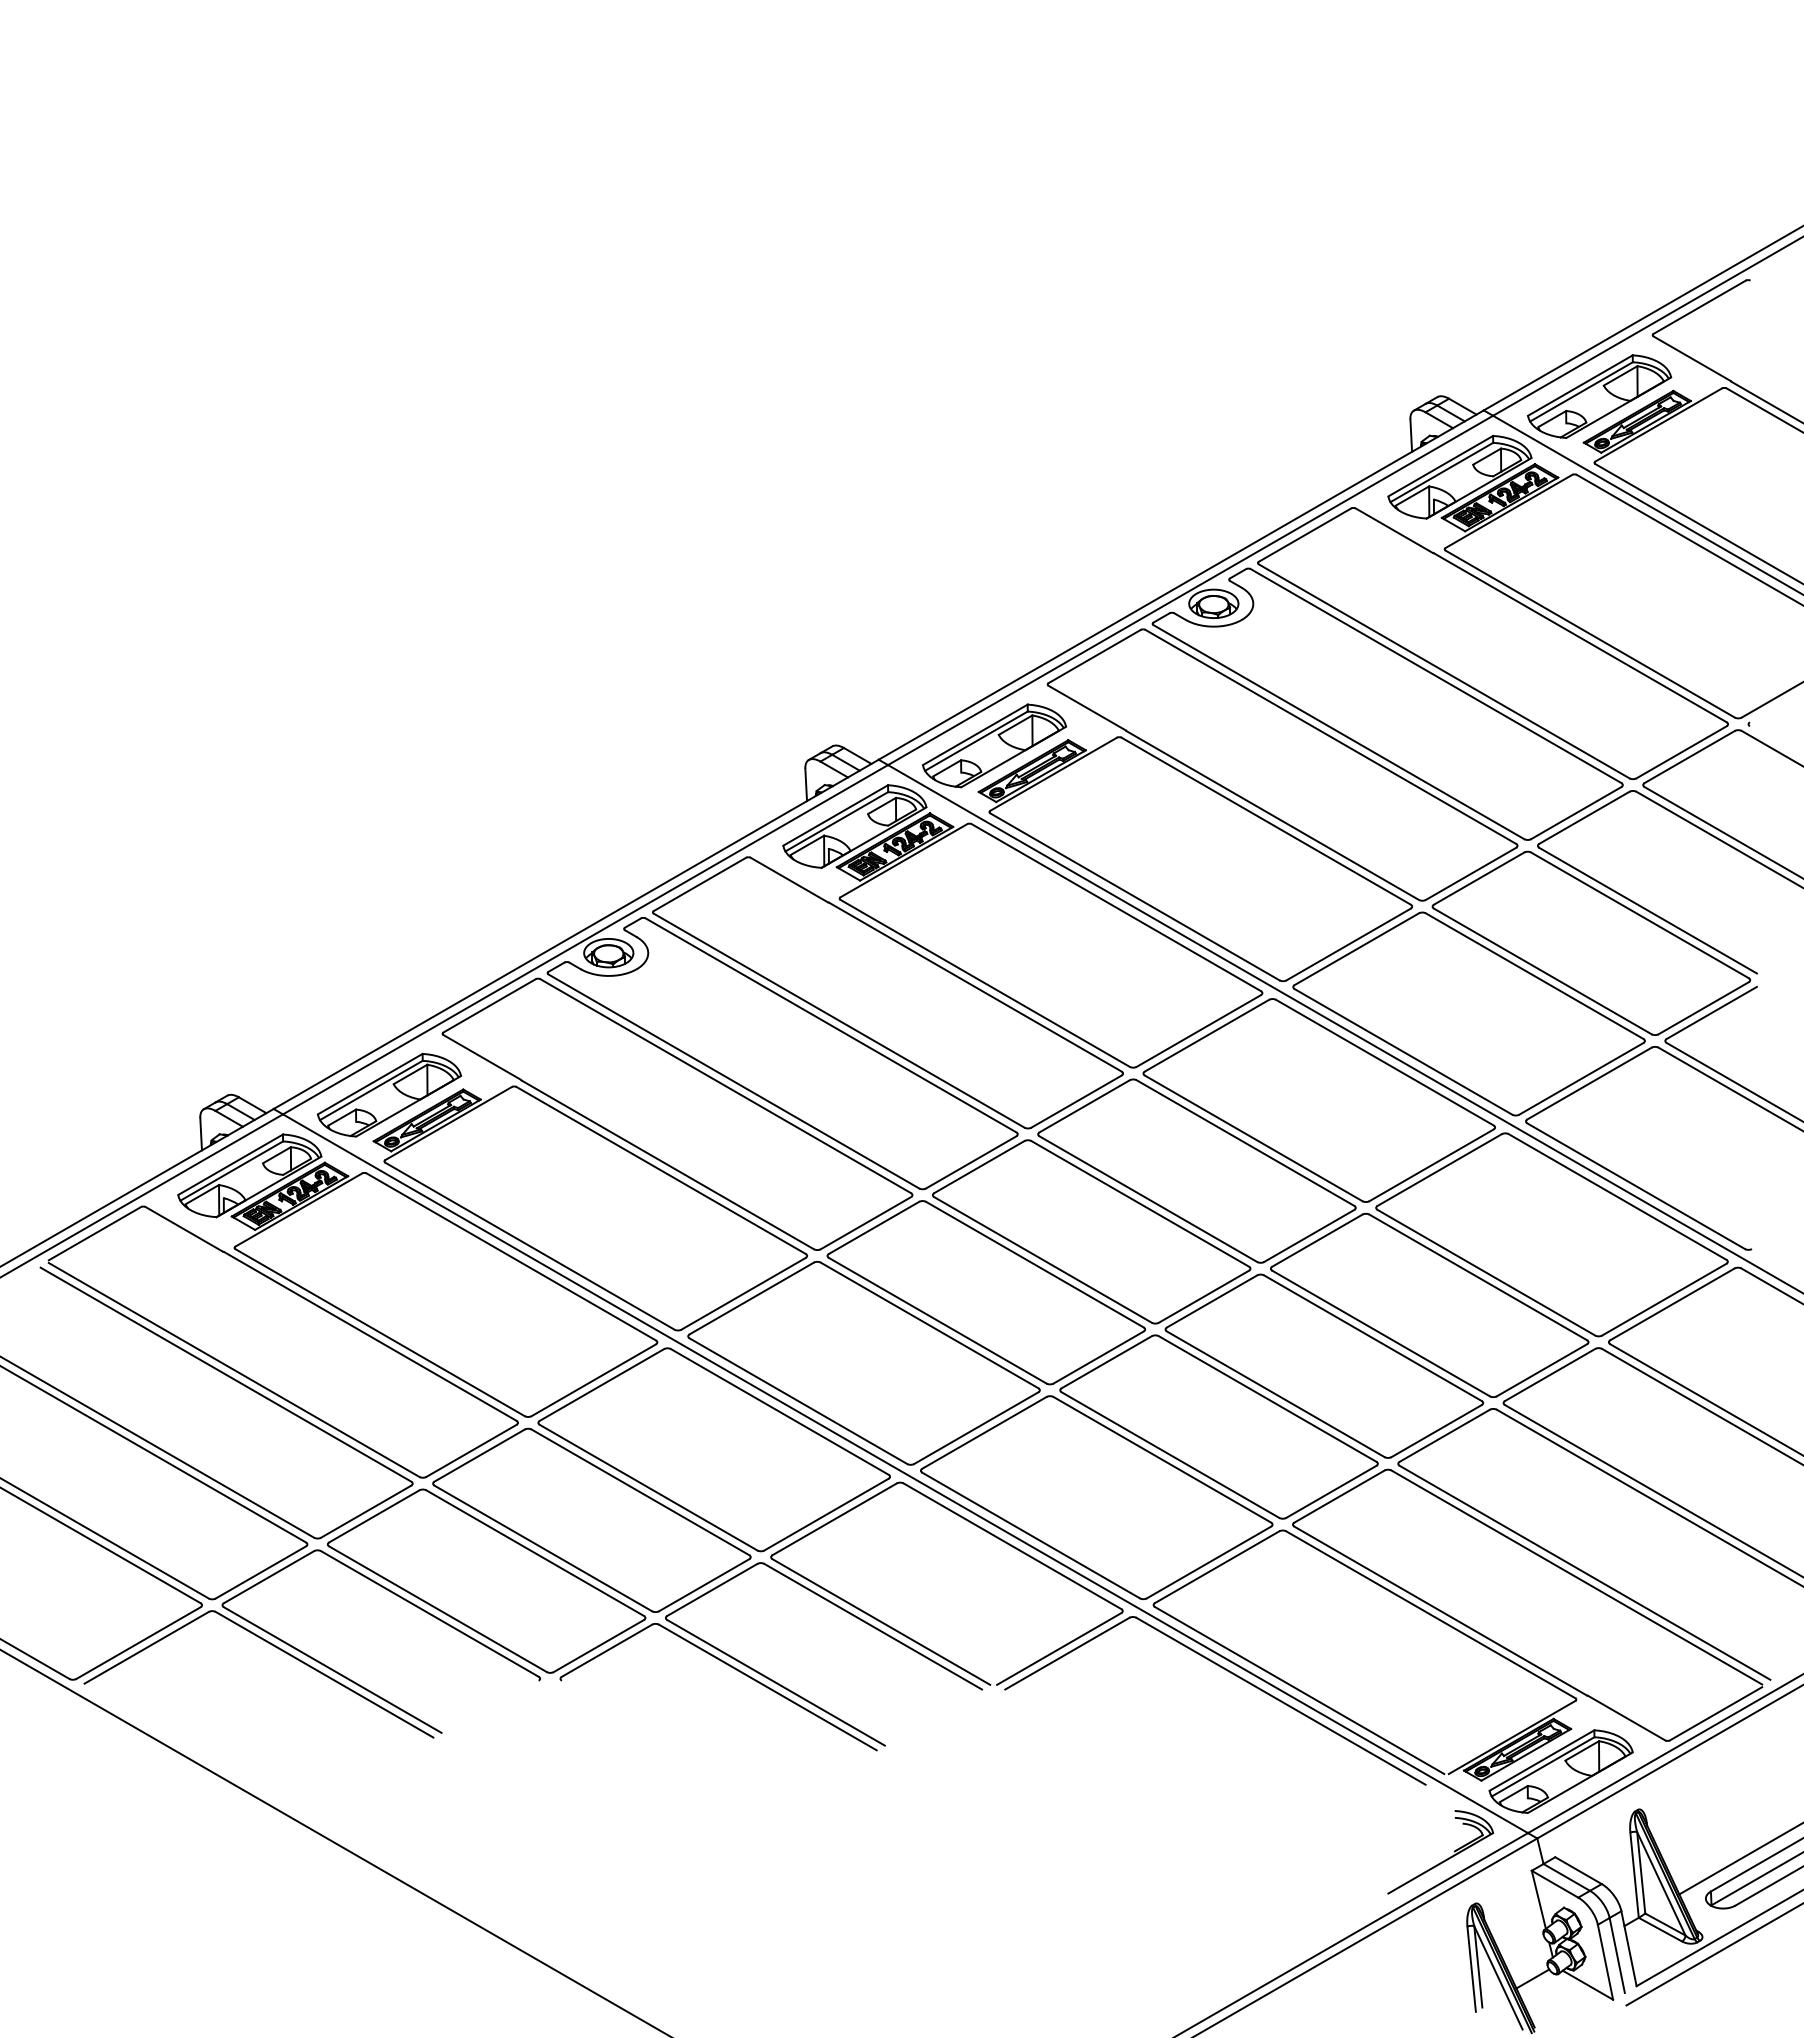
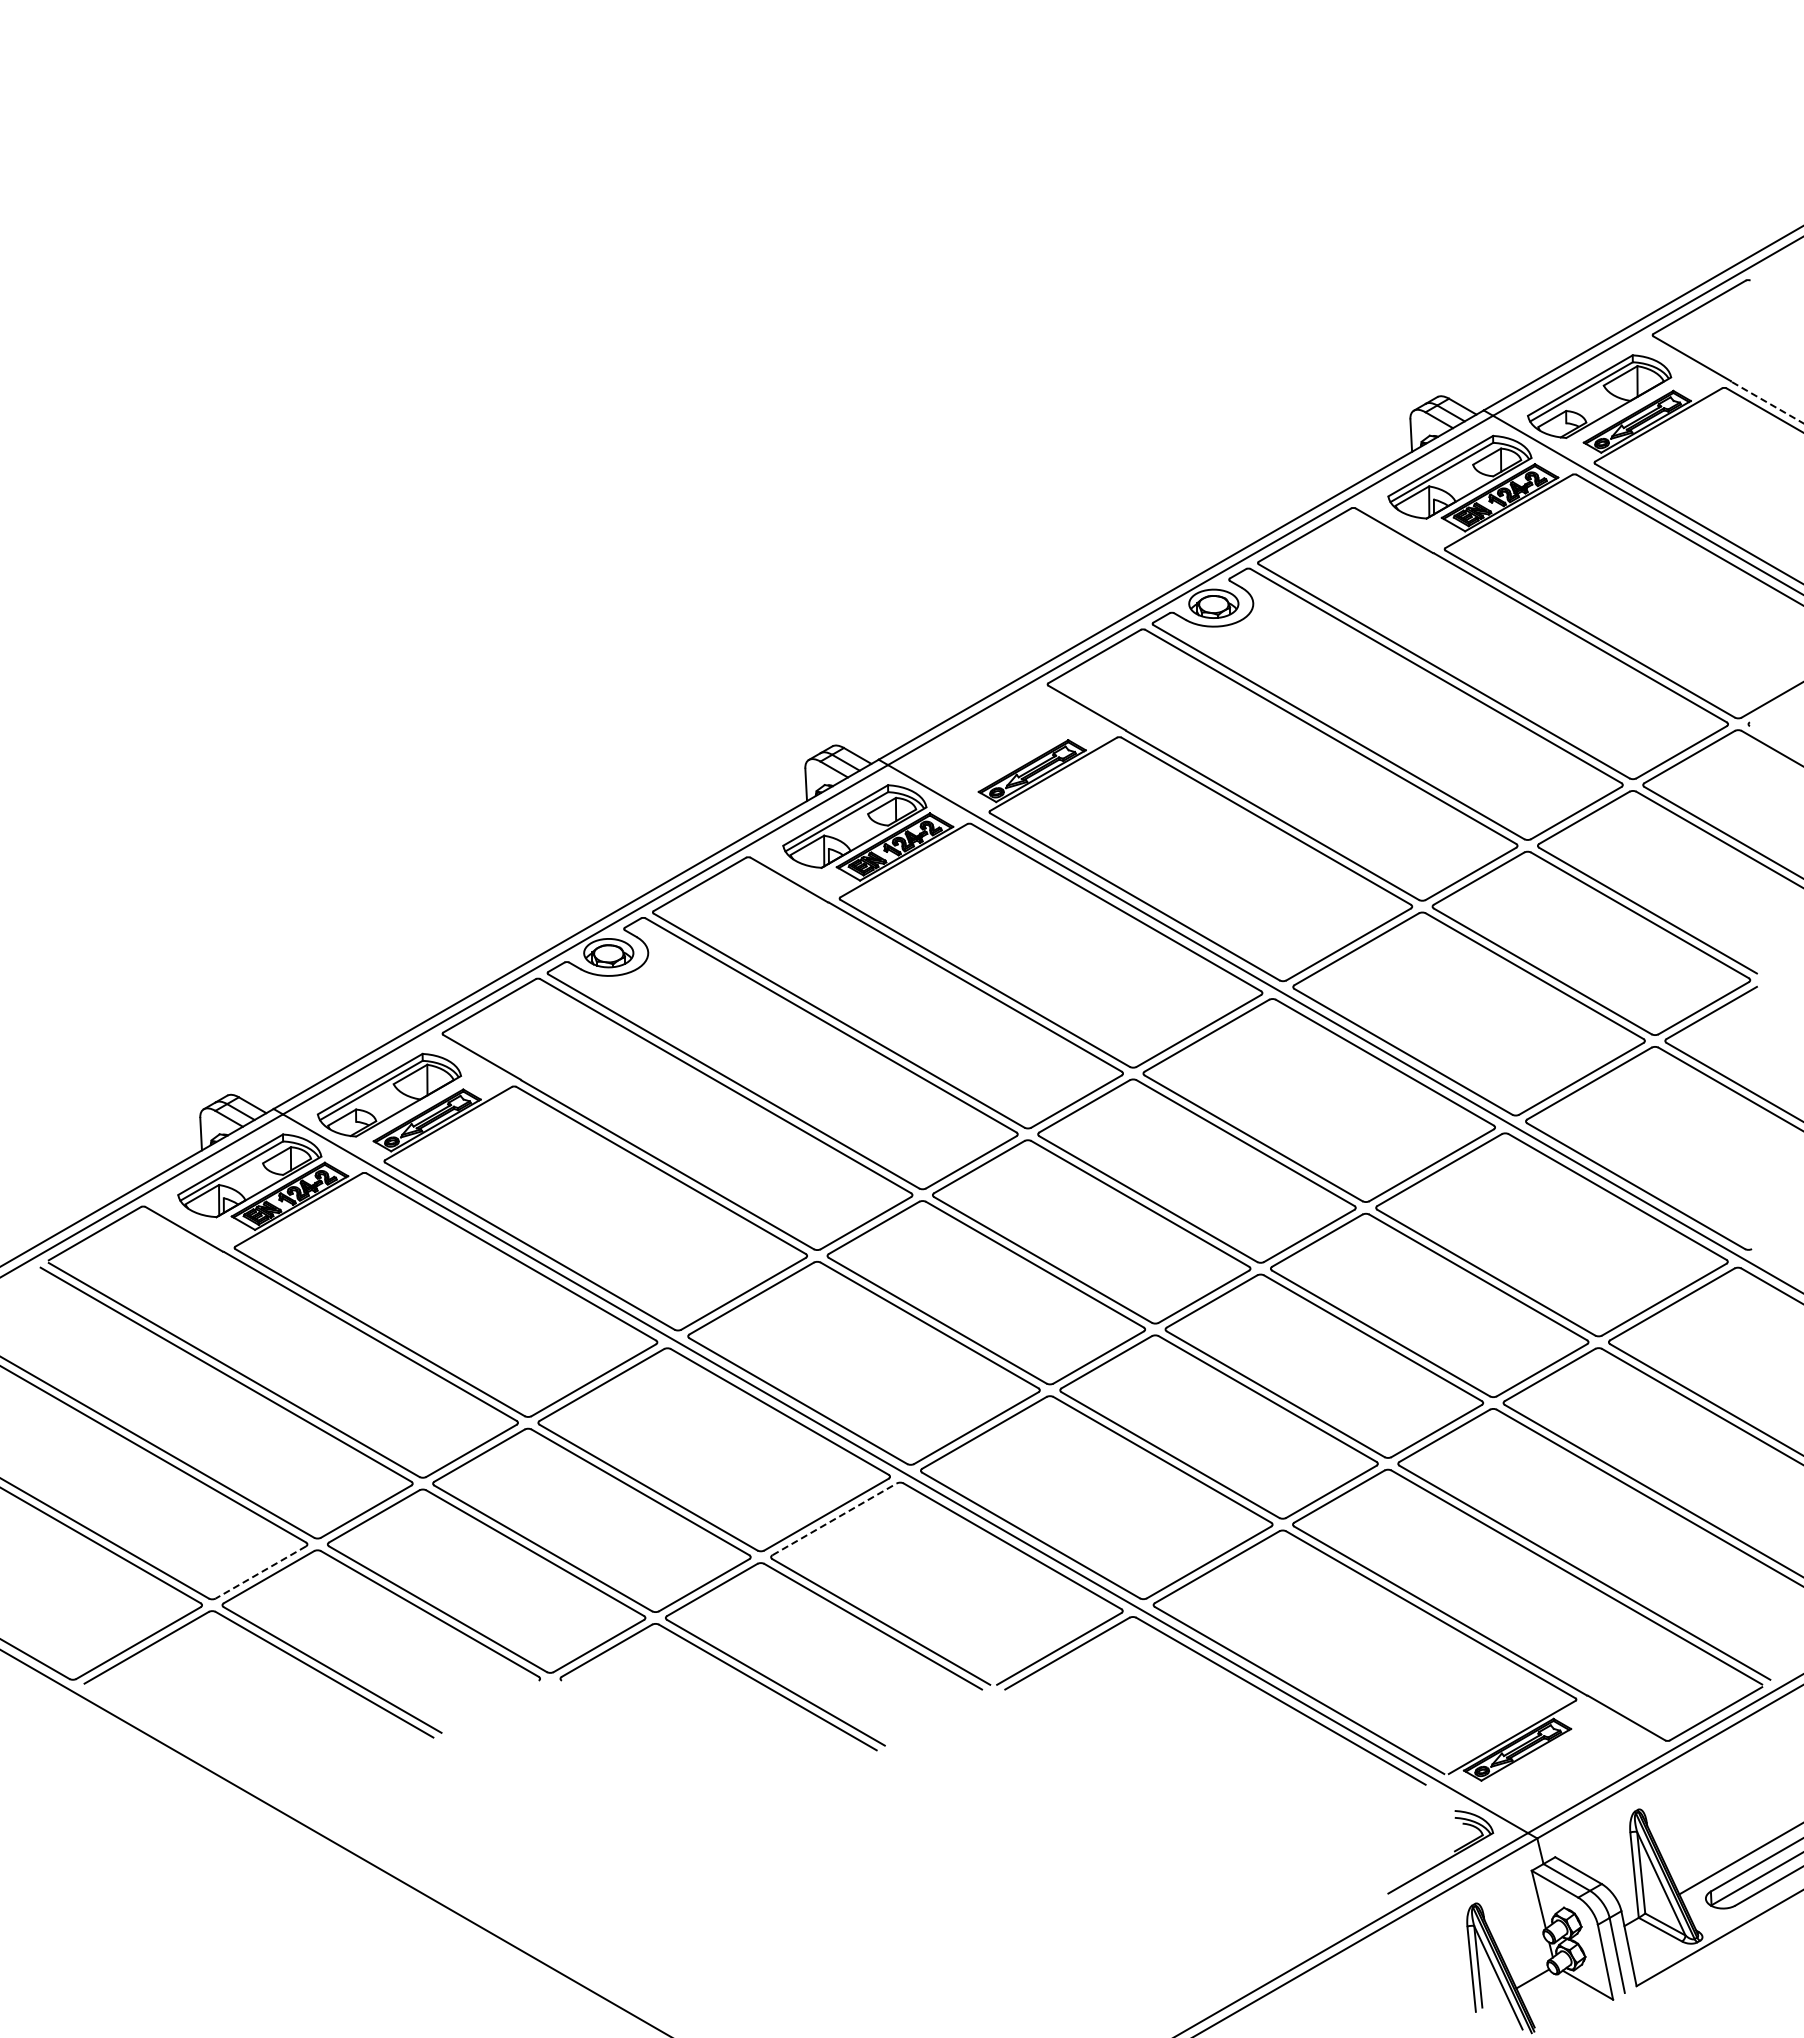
line at (1767, 402): solid -> dashed
part at (994, 745): present -> none
line at (834, 1519): solid -> dashed
line at (260, 1572): solid -> dashed
part at (1560, 1771): present -> none
line at (1713, 1954): present -> none
